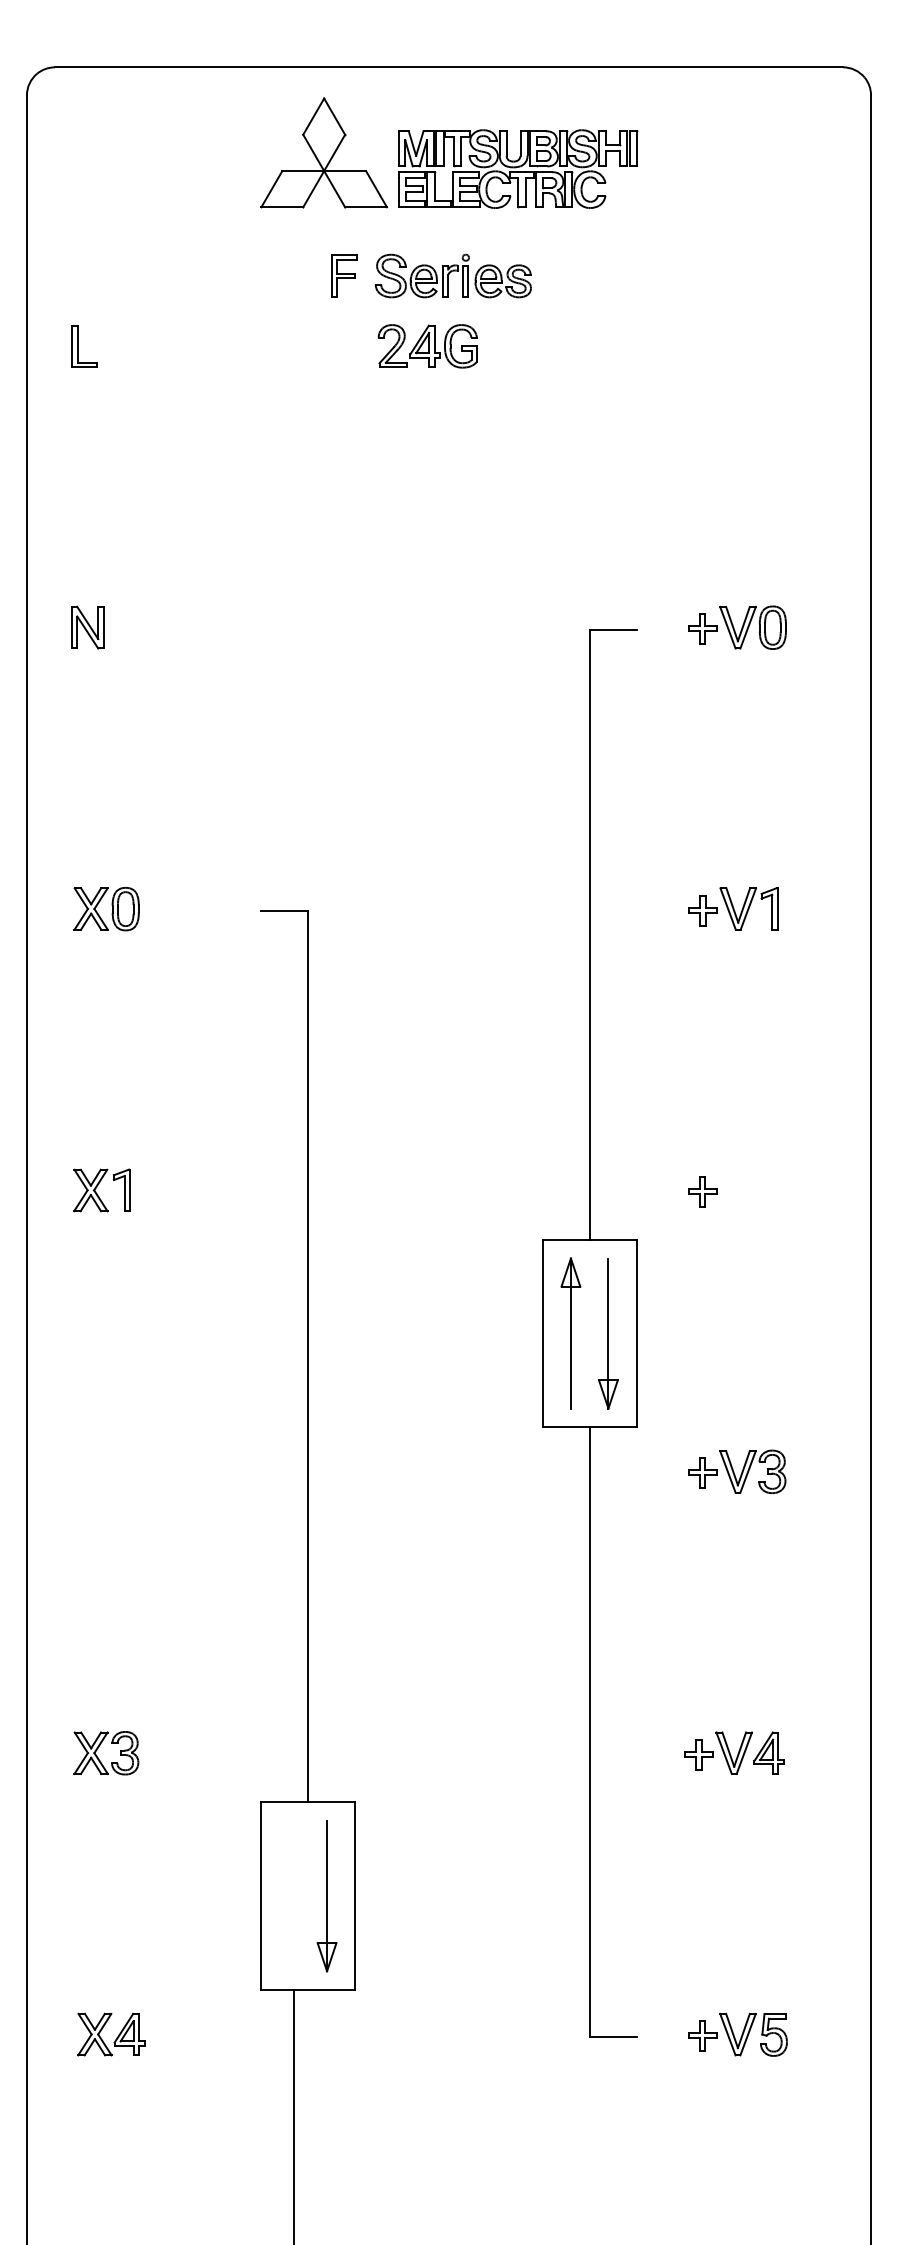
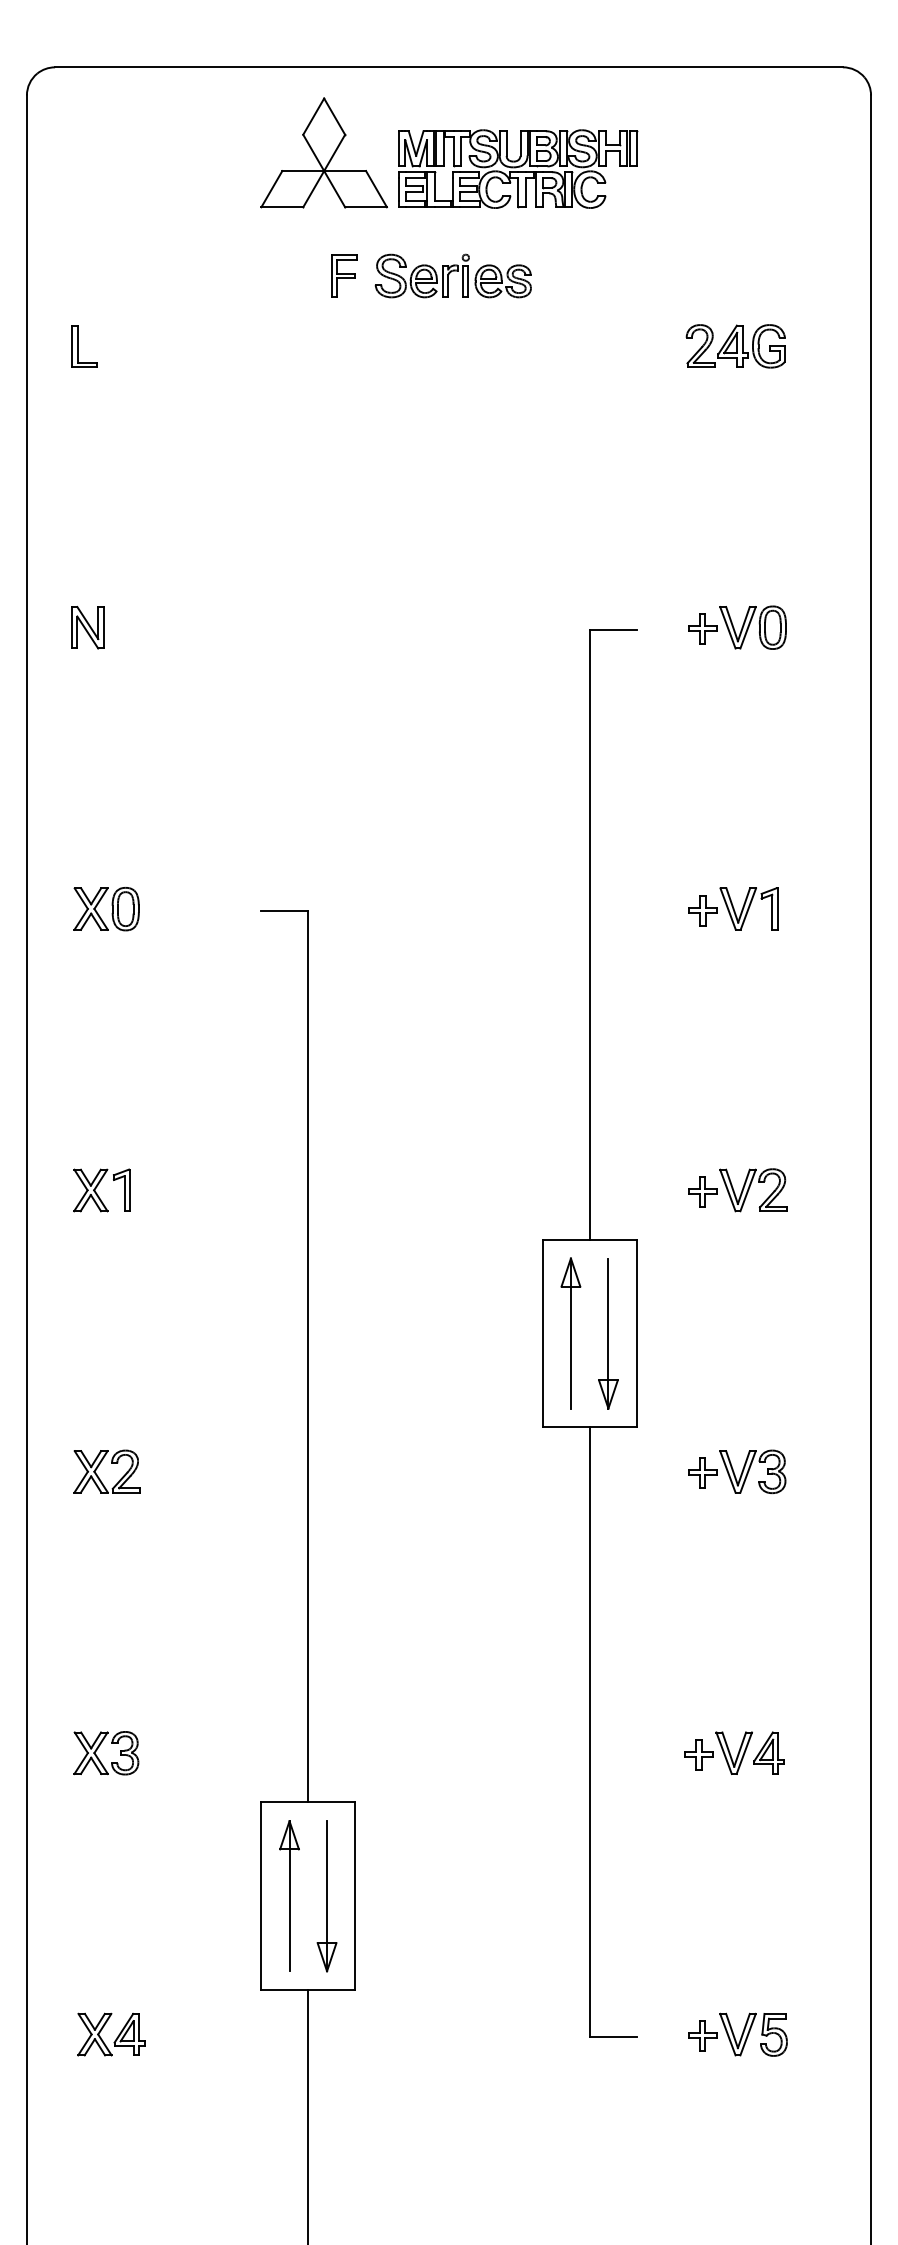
part at (427, 346) position: (427, 346) -> (735, 346)
part at (753, 1190): none -> present
part at (98, 1467): none -> present
part at (289, 1895): none -> present
line at (294, 2115) position: (294, 2115) -> (308, 2115)
